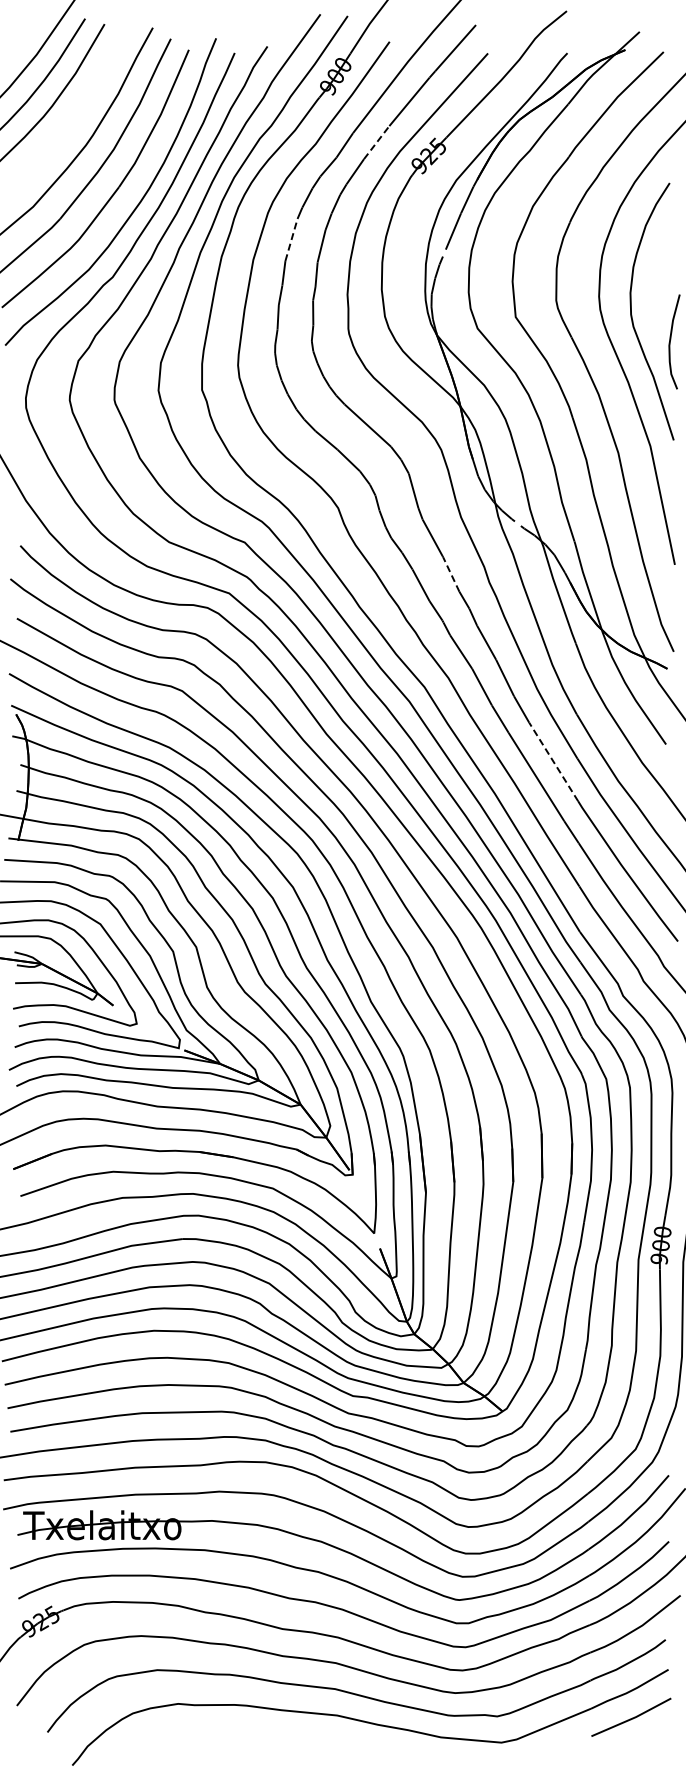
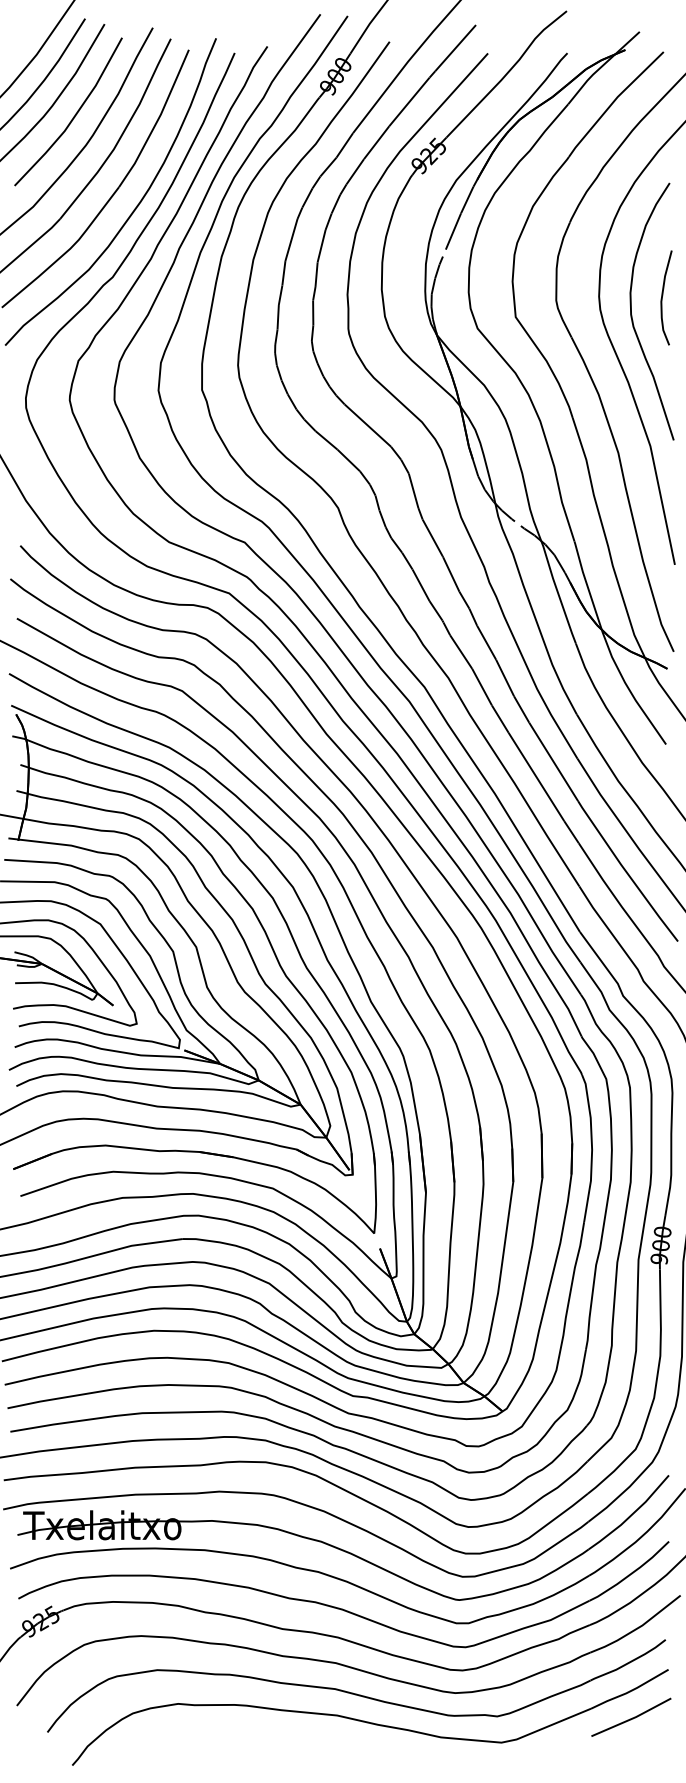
line at (73, 116): none -> present
line at (376, 142): dashed -> solid
line at (291, 240): dashed -> solid
curve at (671, 339) position: (671, 339) -> (663, 295)
line at (451, 574): dashed -> solid
line at (553, 761): dashed -> solid
